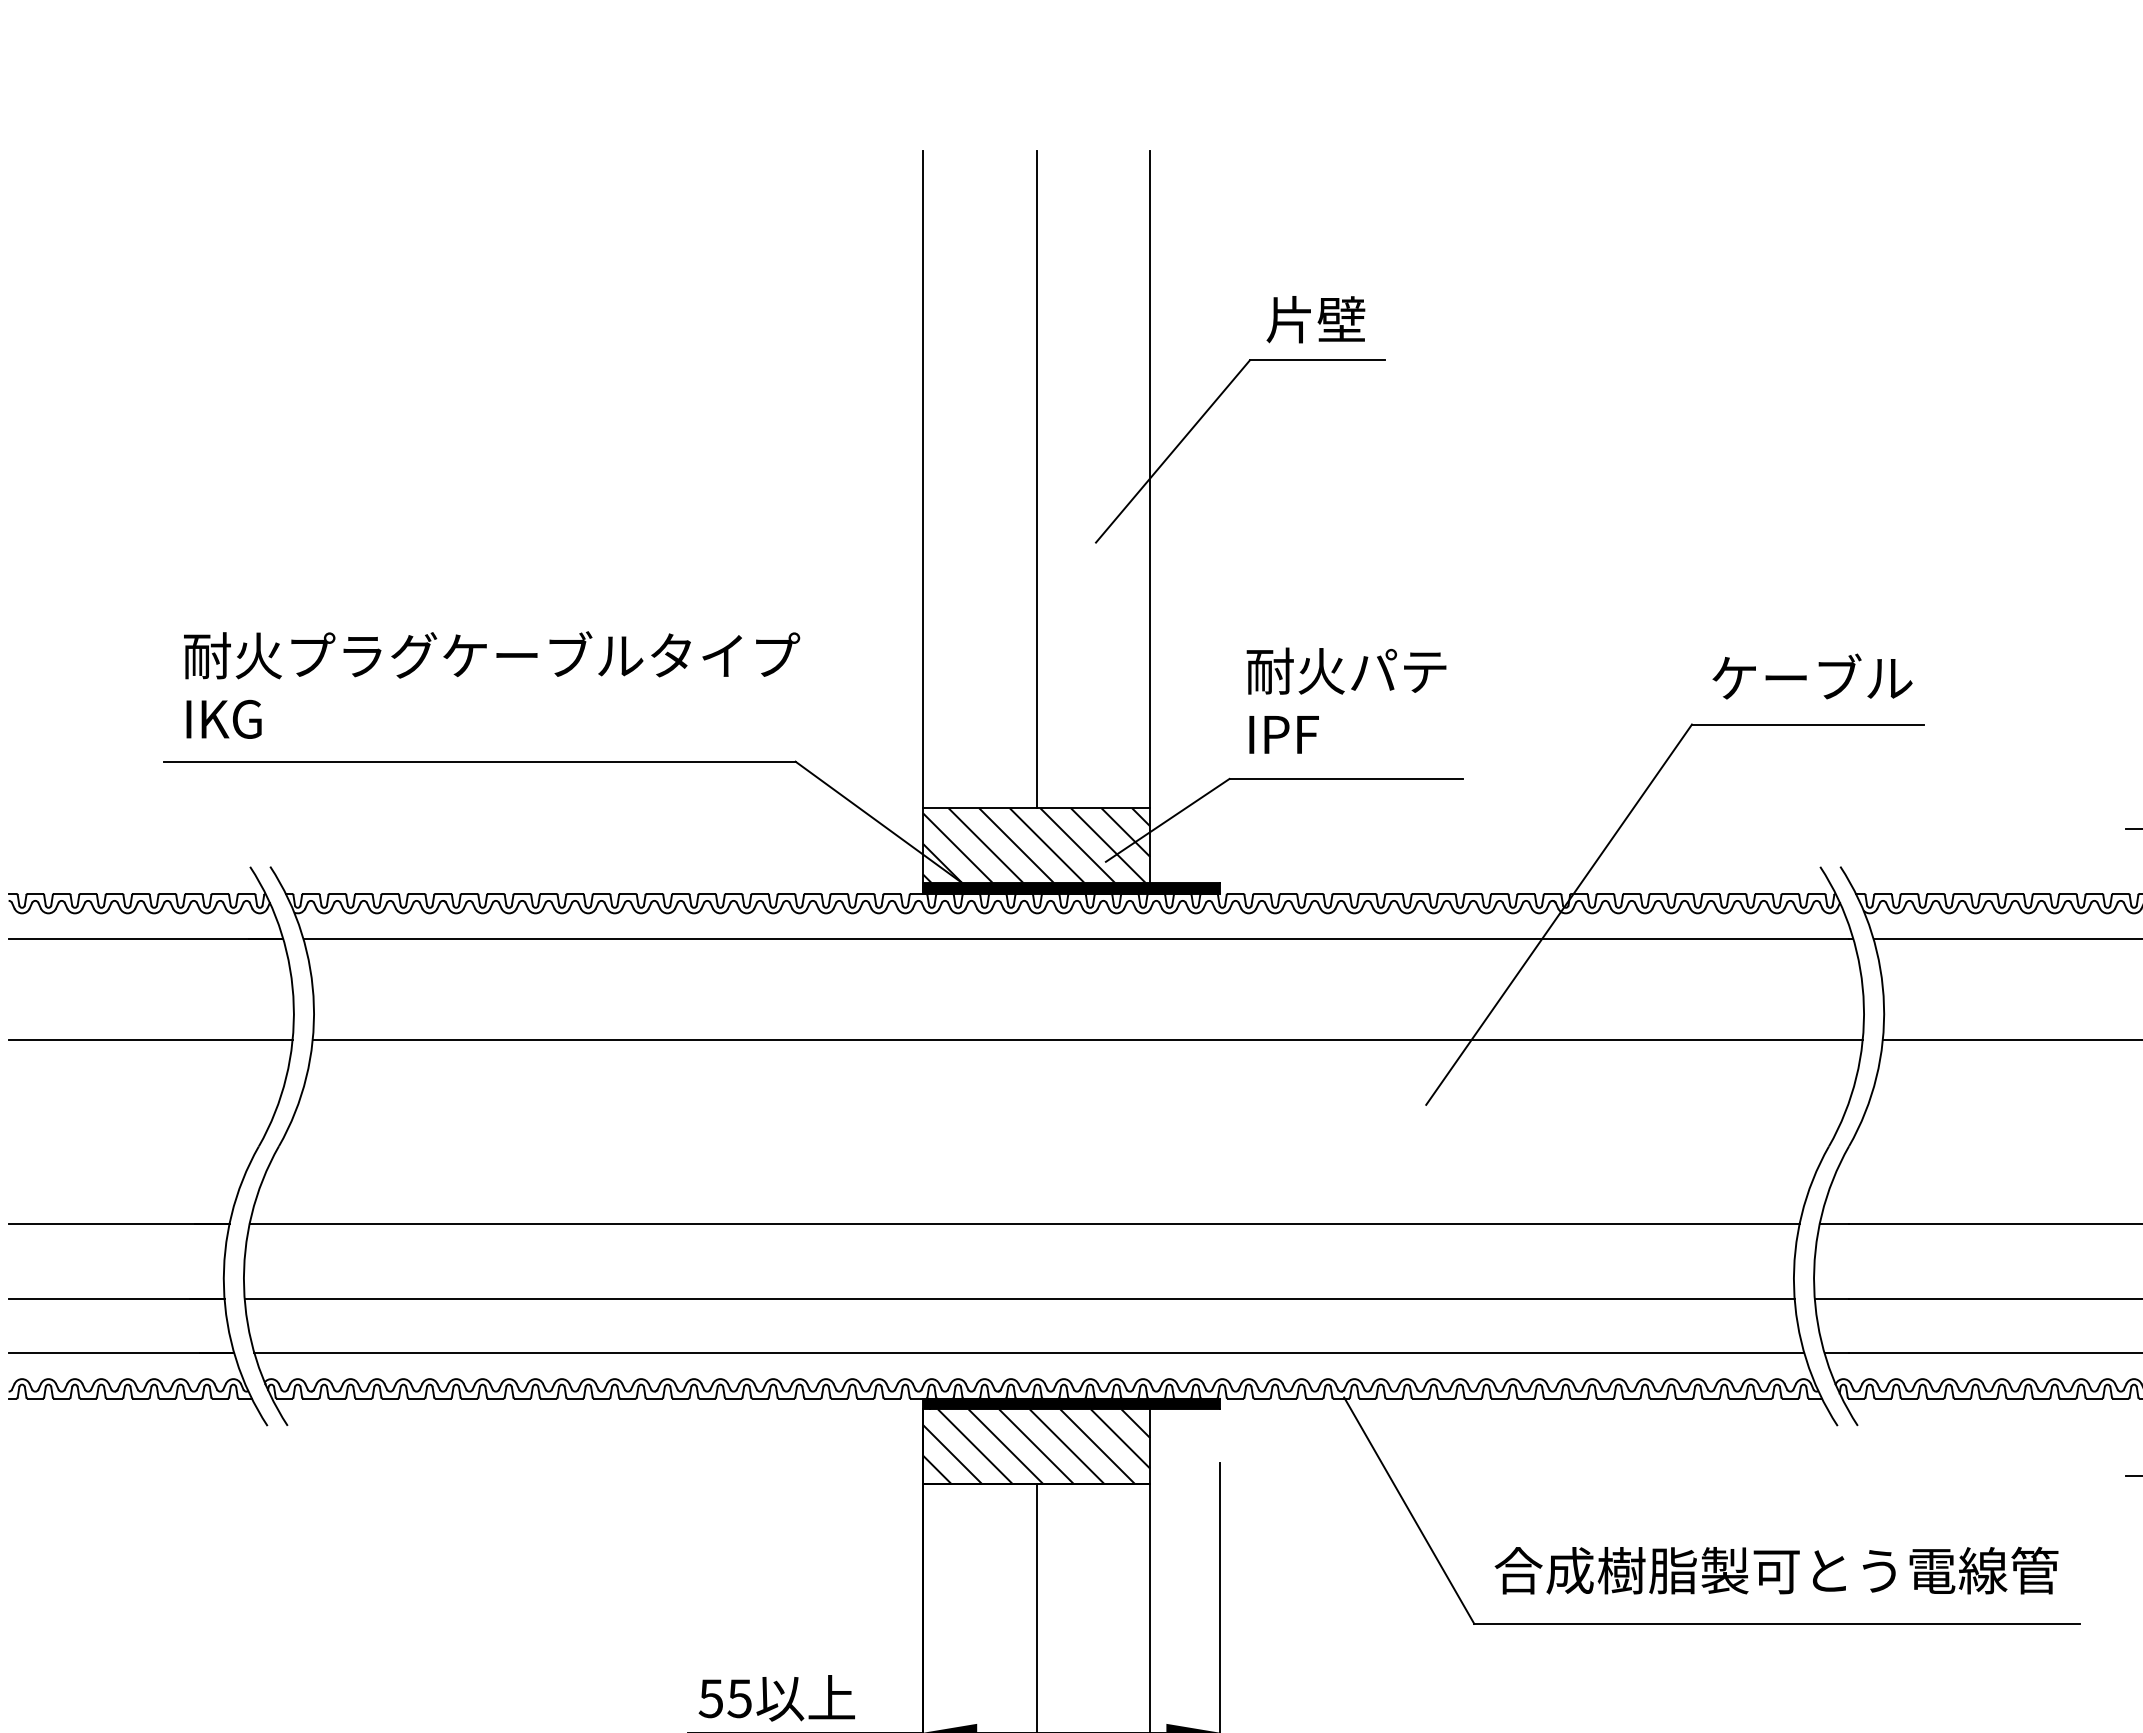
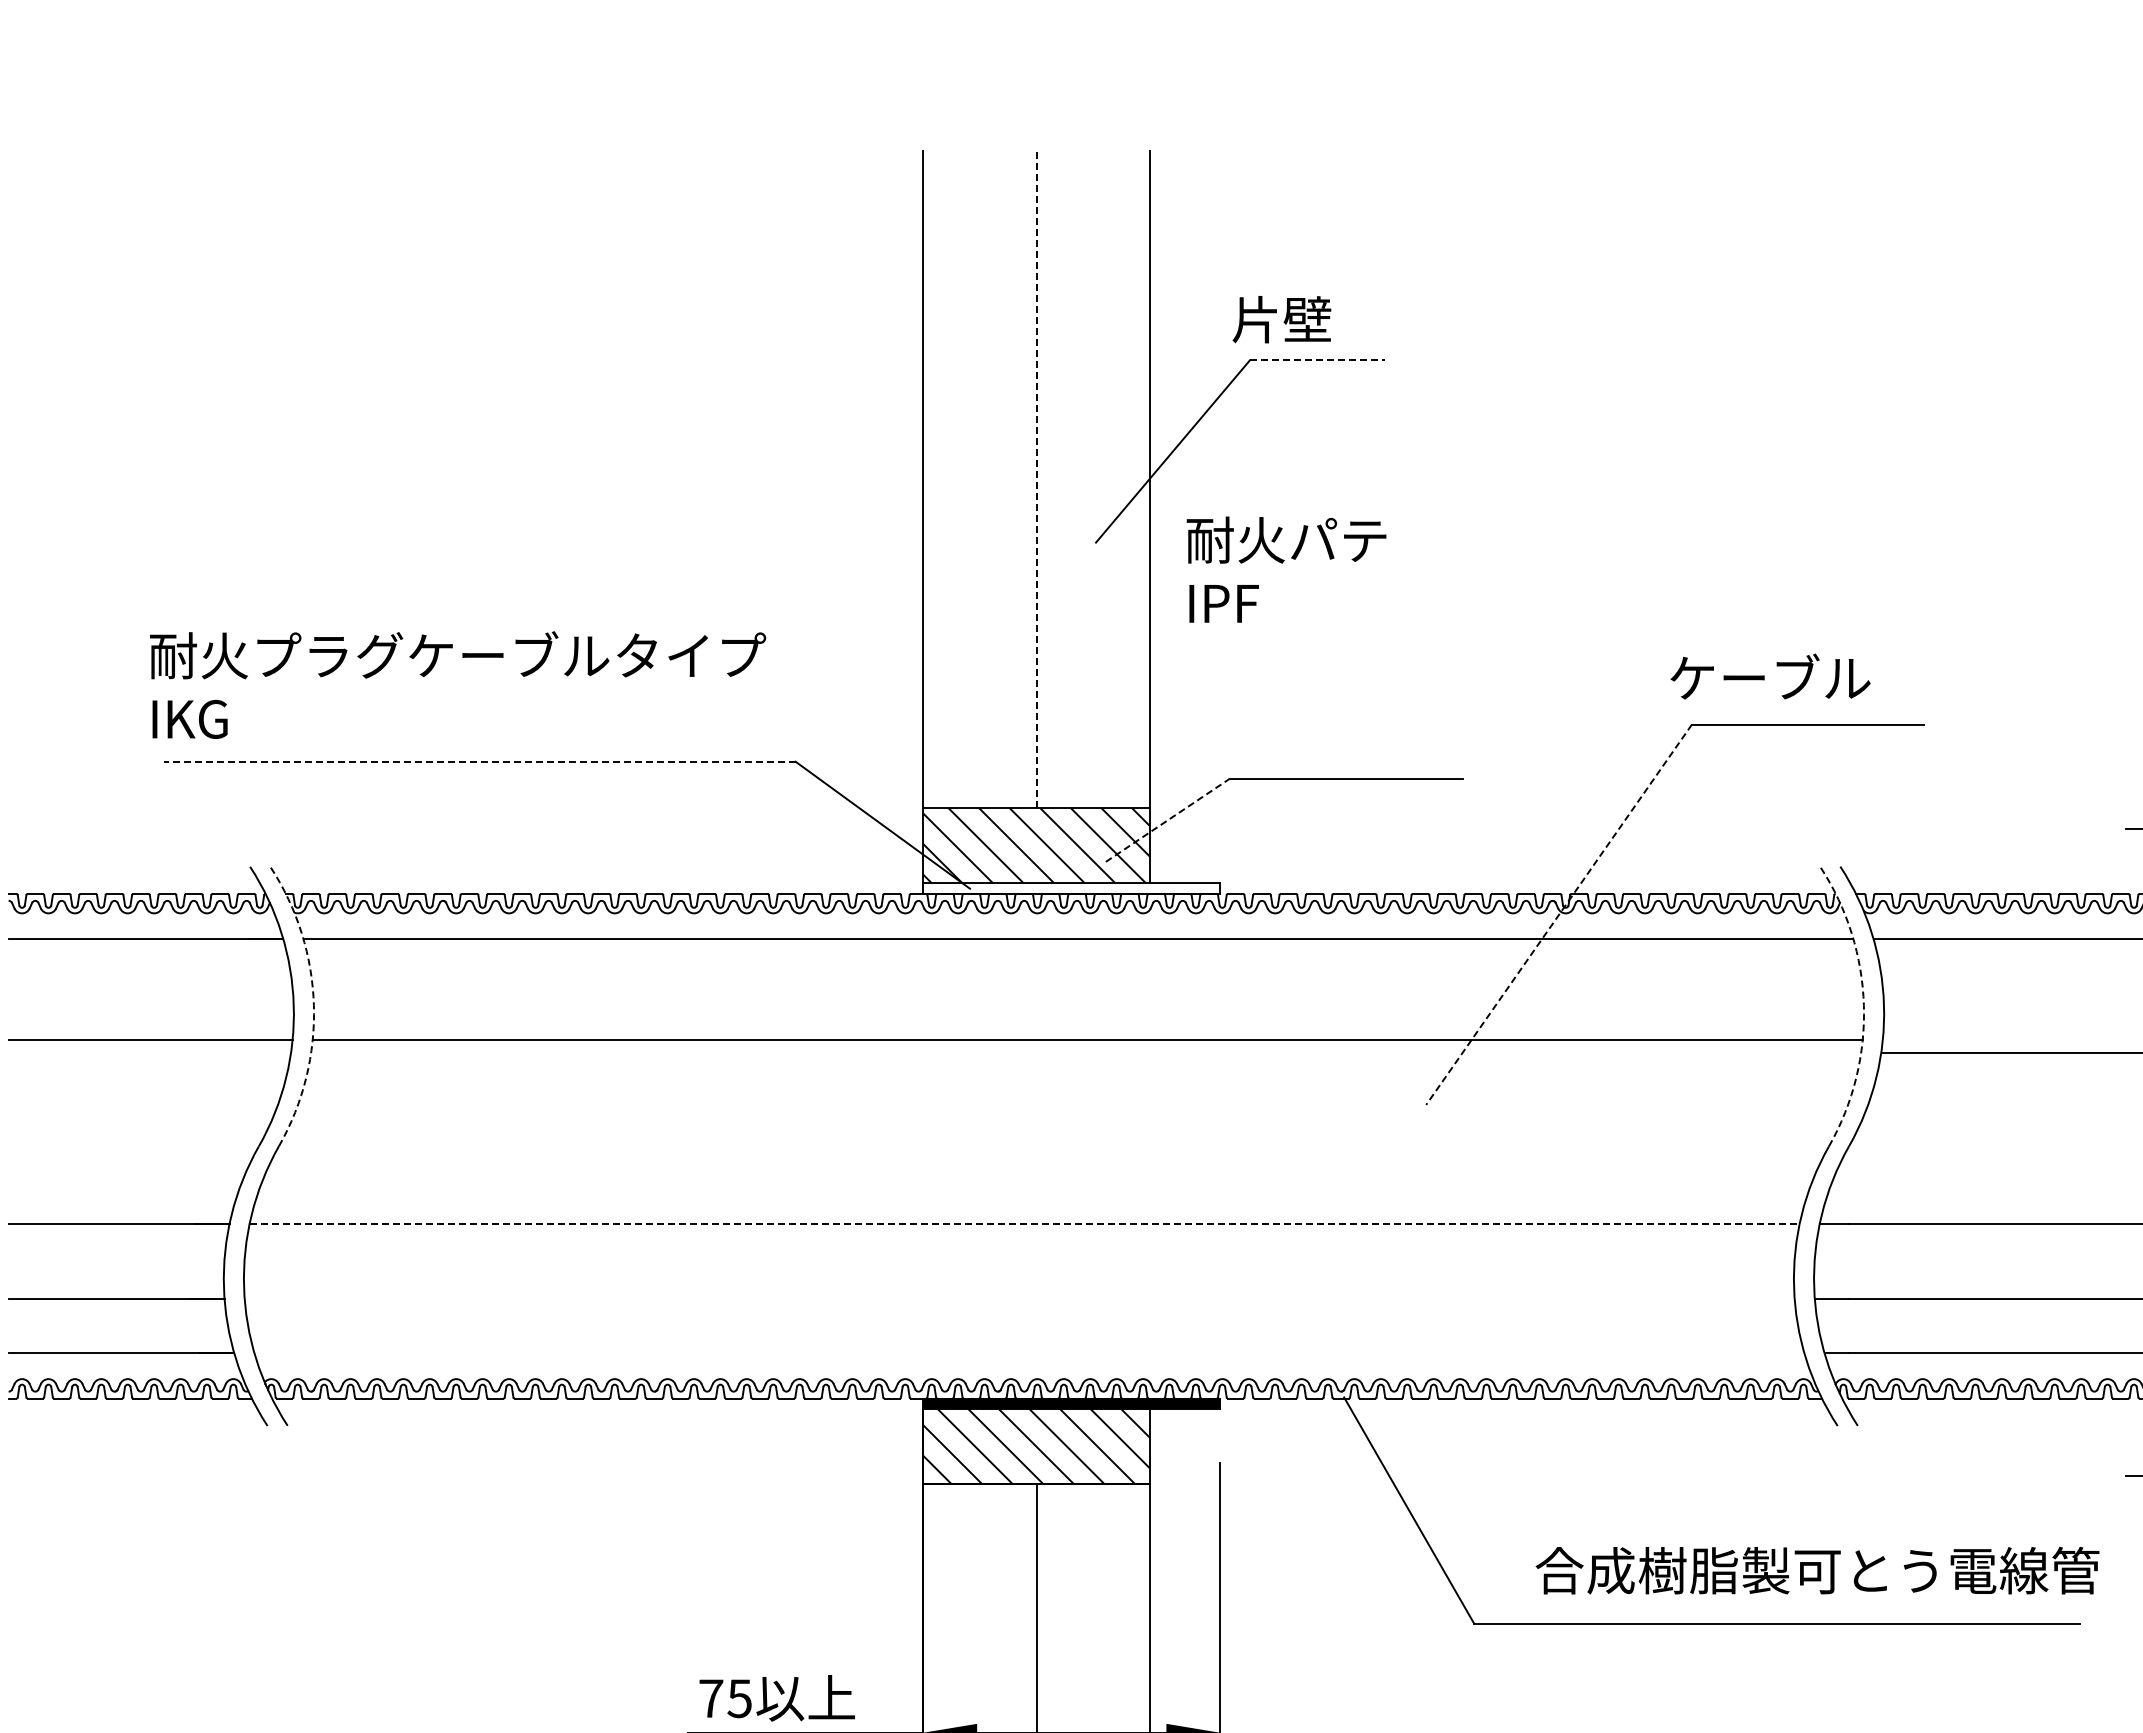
text at (1315, 319) position: (1315, 319) -> (1281, 319)
line at (1317, 360): solid -> dashed
line at (1036, 479): solid -> dashed
text at (1812, 676) position: (1812, 676) -> (1770, 676)
text at (492, 684) position: (492, 684) -> (458, 684)
text at (1346, 700) position: (1346, 700) -> (1286, 569)
line at (479, 761): solid -> dashed
line at (1168, 820): solid -> dashed
fill at (1071, 888): present -> none
line at (1559, 914): solid -> dashed
arc at (313, 1005): solid -> dashed
arc at (1863, 1005): solid -> dashed
line at (2010, 1040) position: (2010, 1040) -> (2010, 1053)
line at (1025, 1224): solid -> dashed
line at (1019, 1298): present -> none
line at (1029, 1353): present -> none
text at (1776, 1570) position: (1776, 1570) -> (1817, 1570)
text at (710, 1698): 55 -> 75
